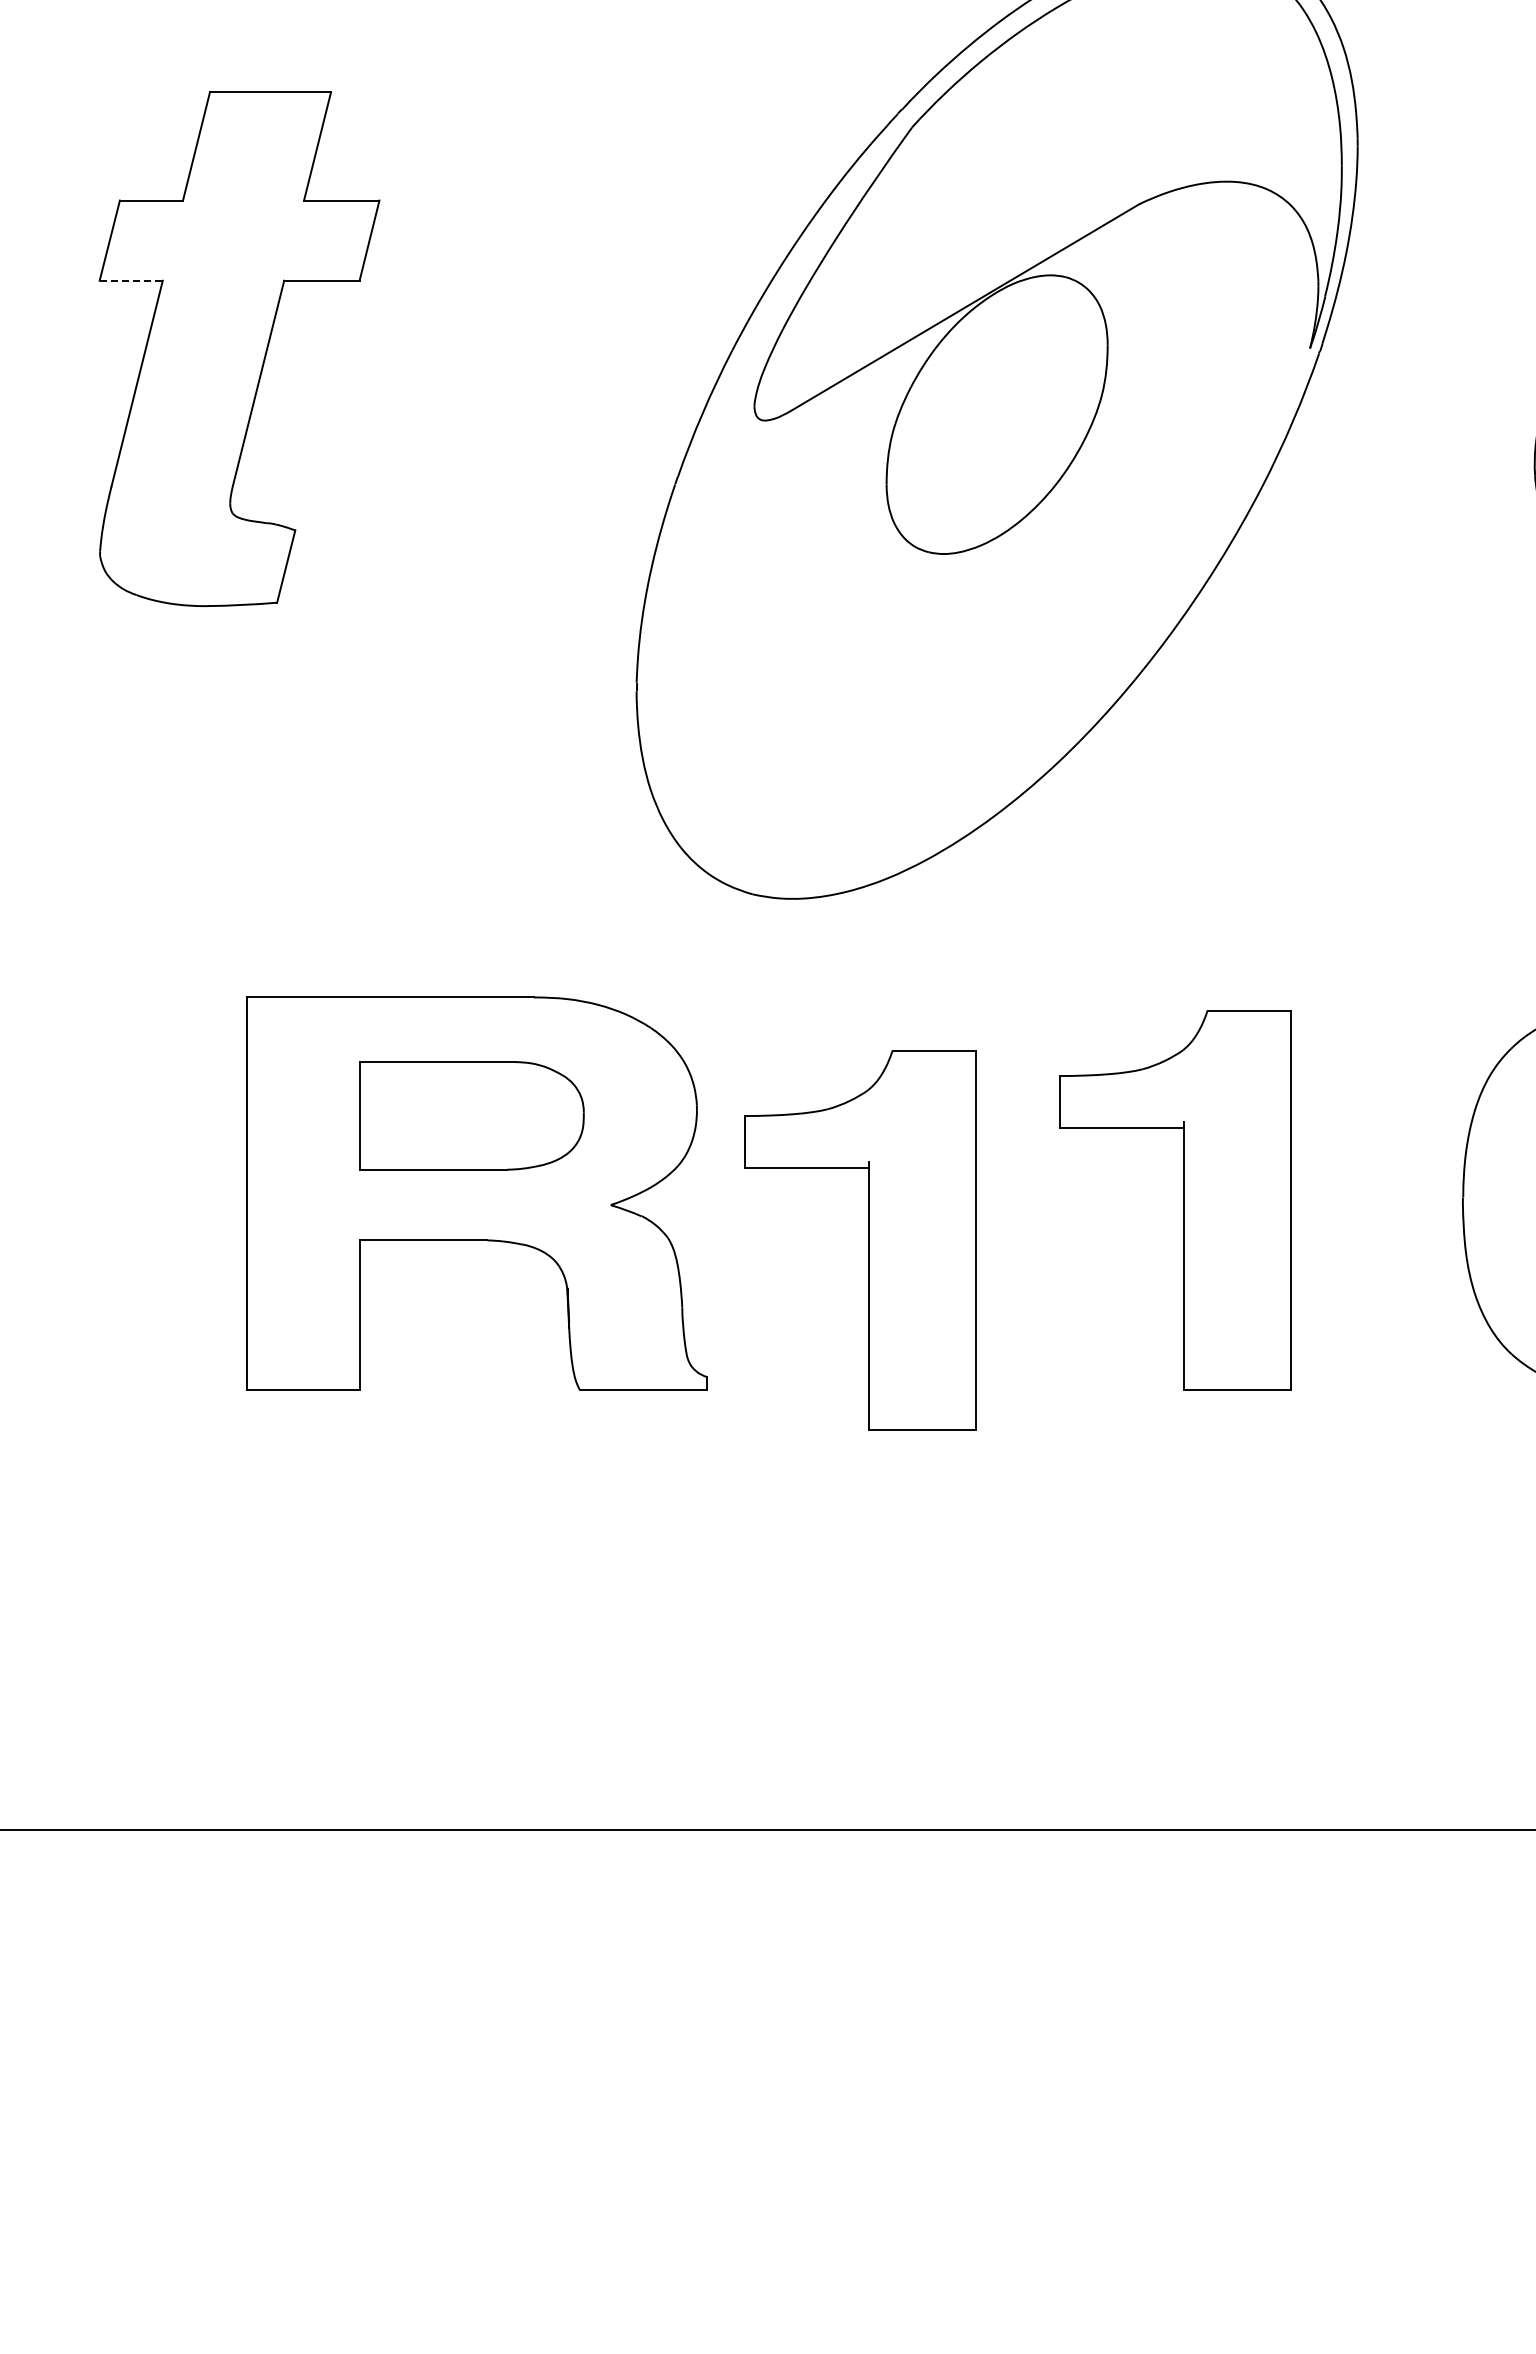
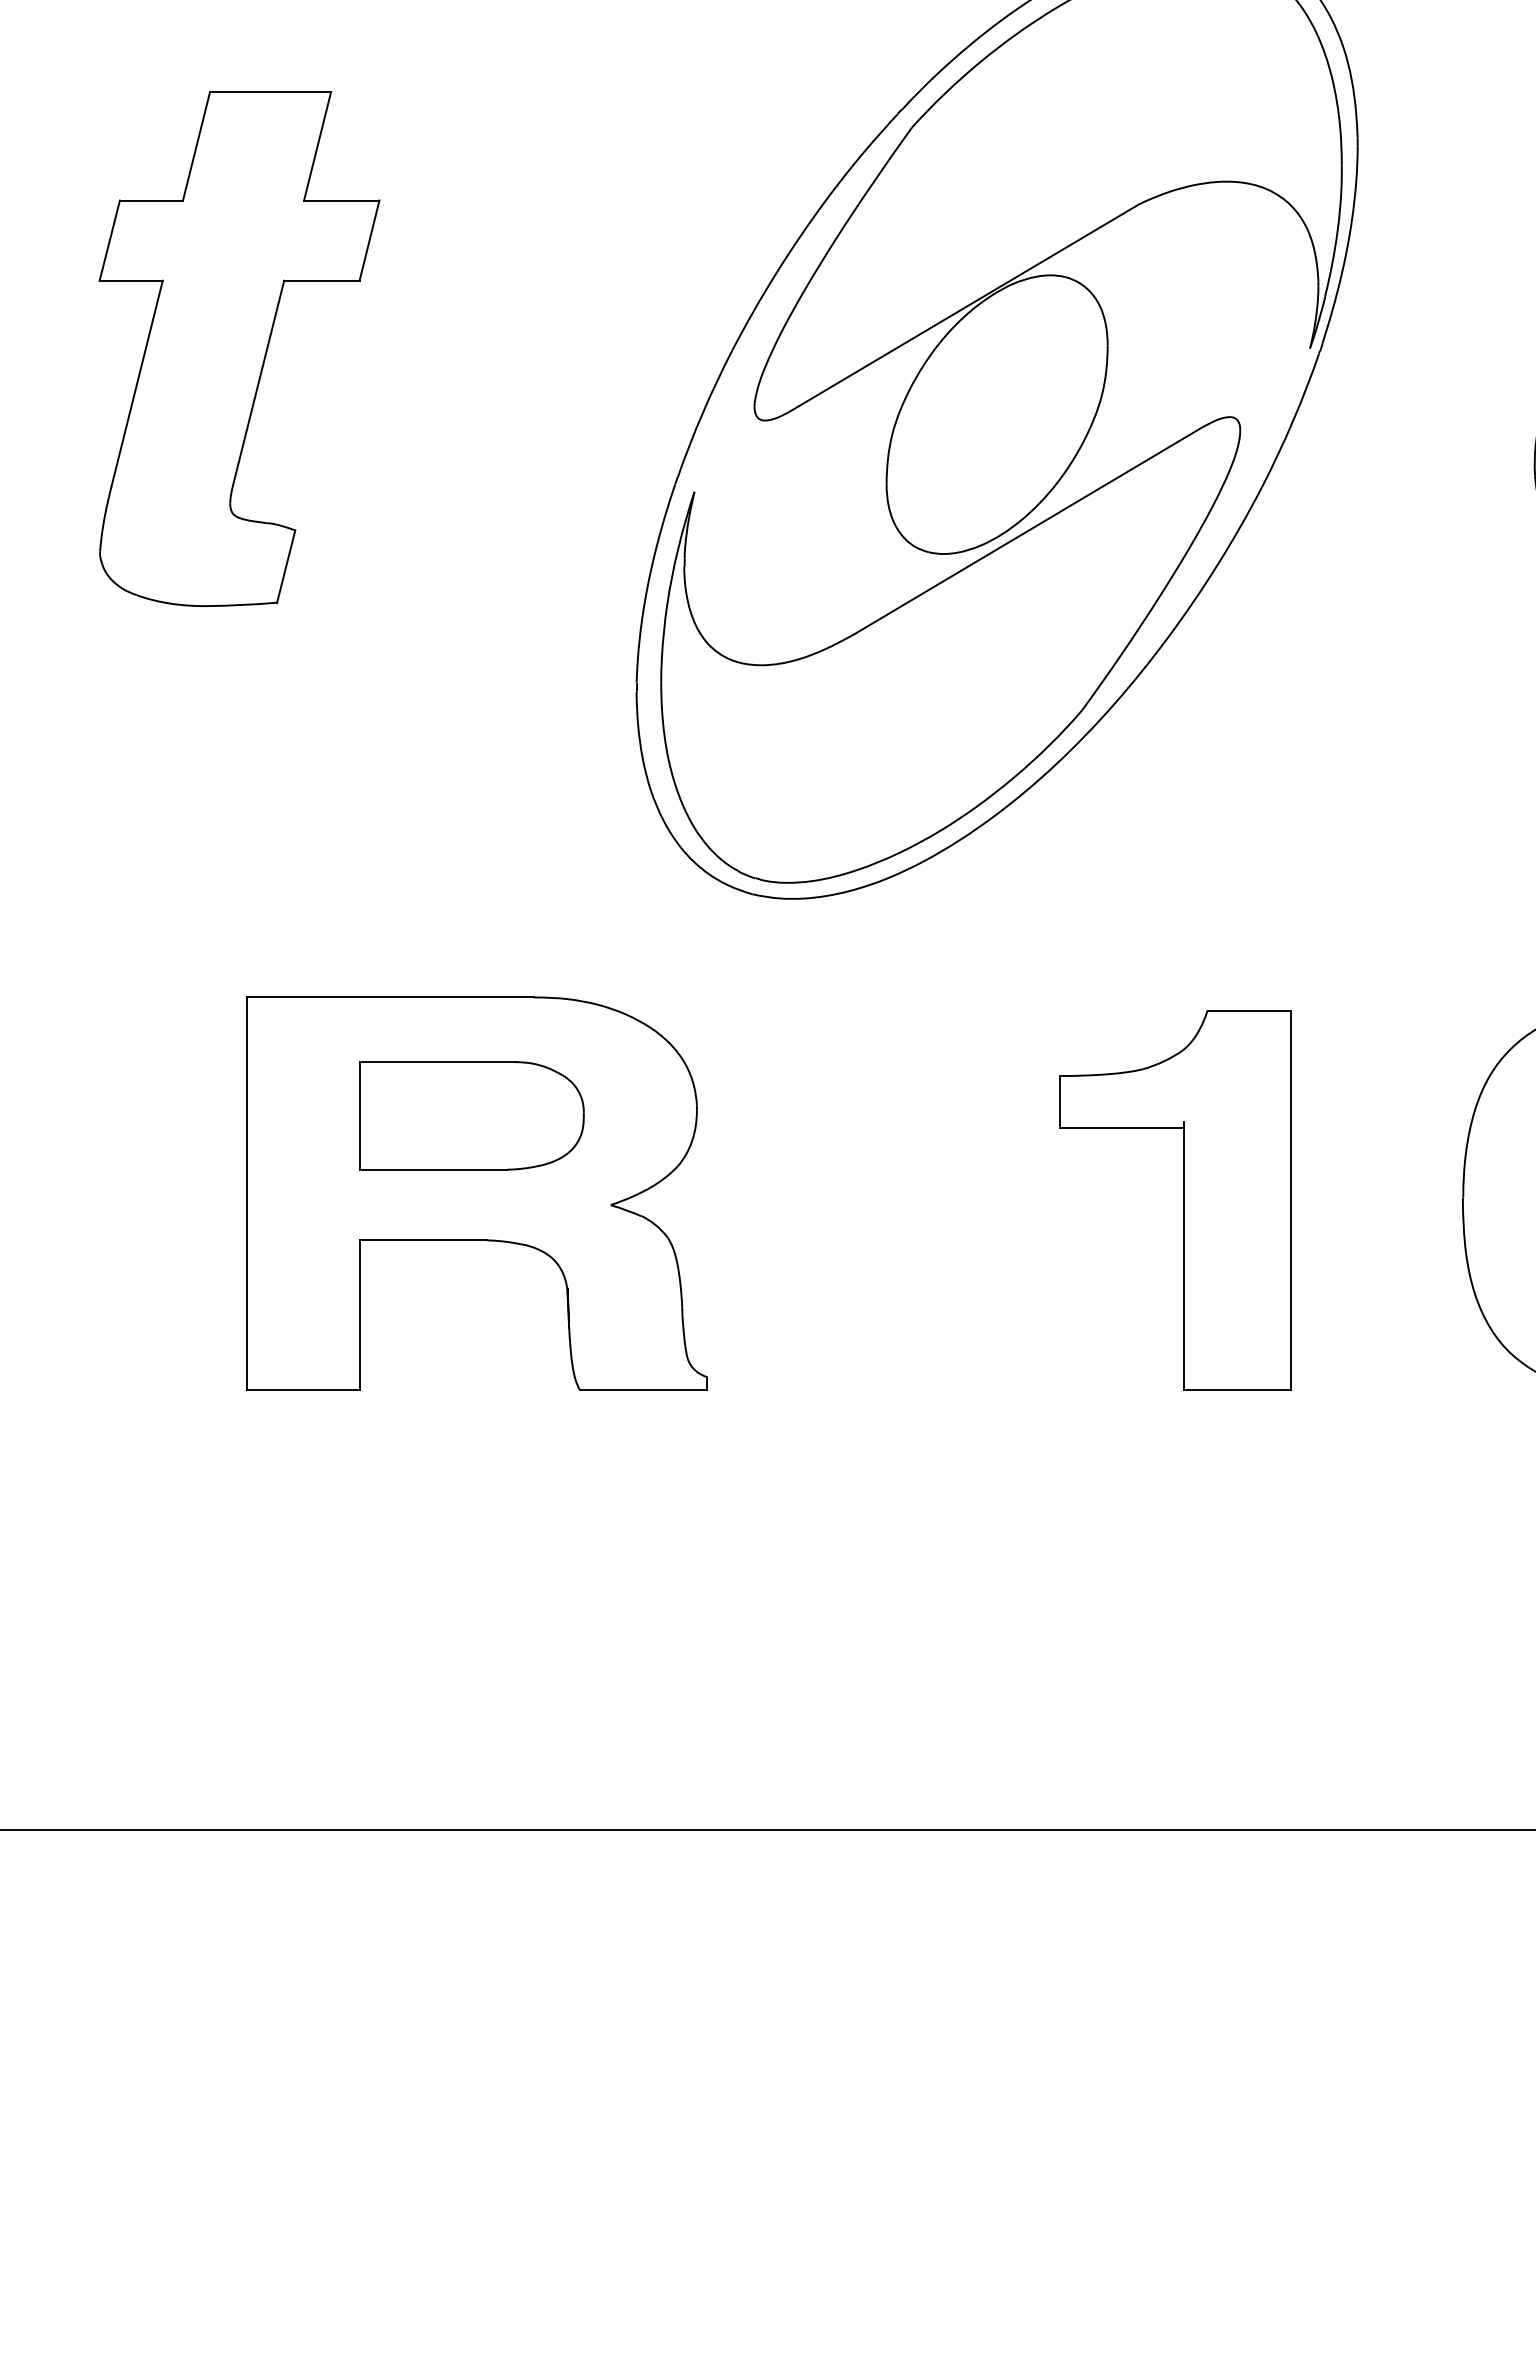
line at (131, 280): dashed -> solid
part at (950, 649): none -> present
part at (868, 1240): present -> none
